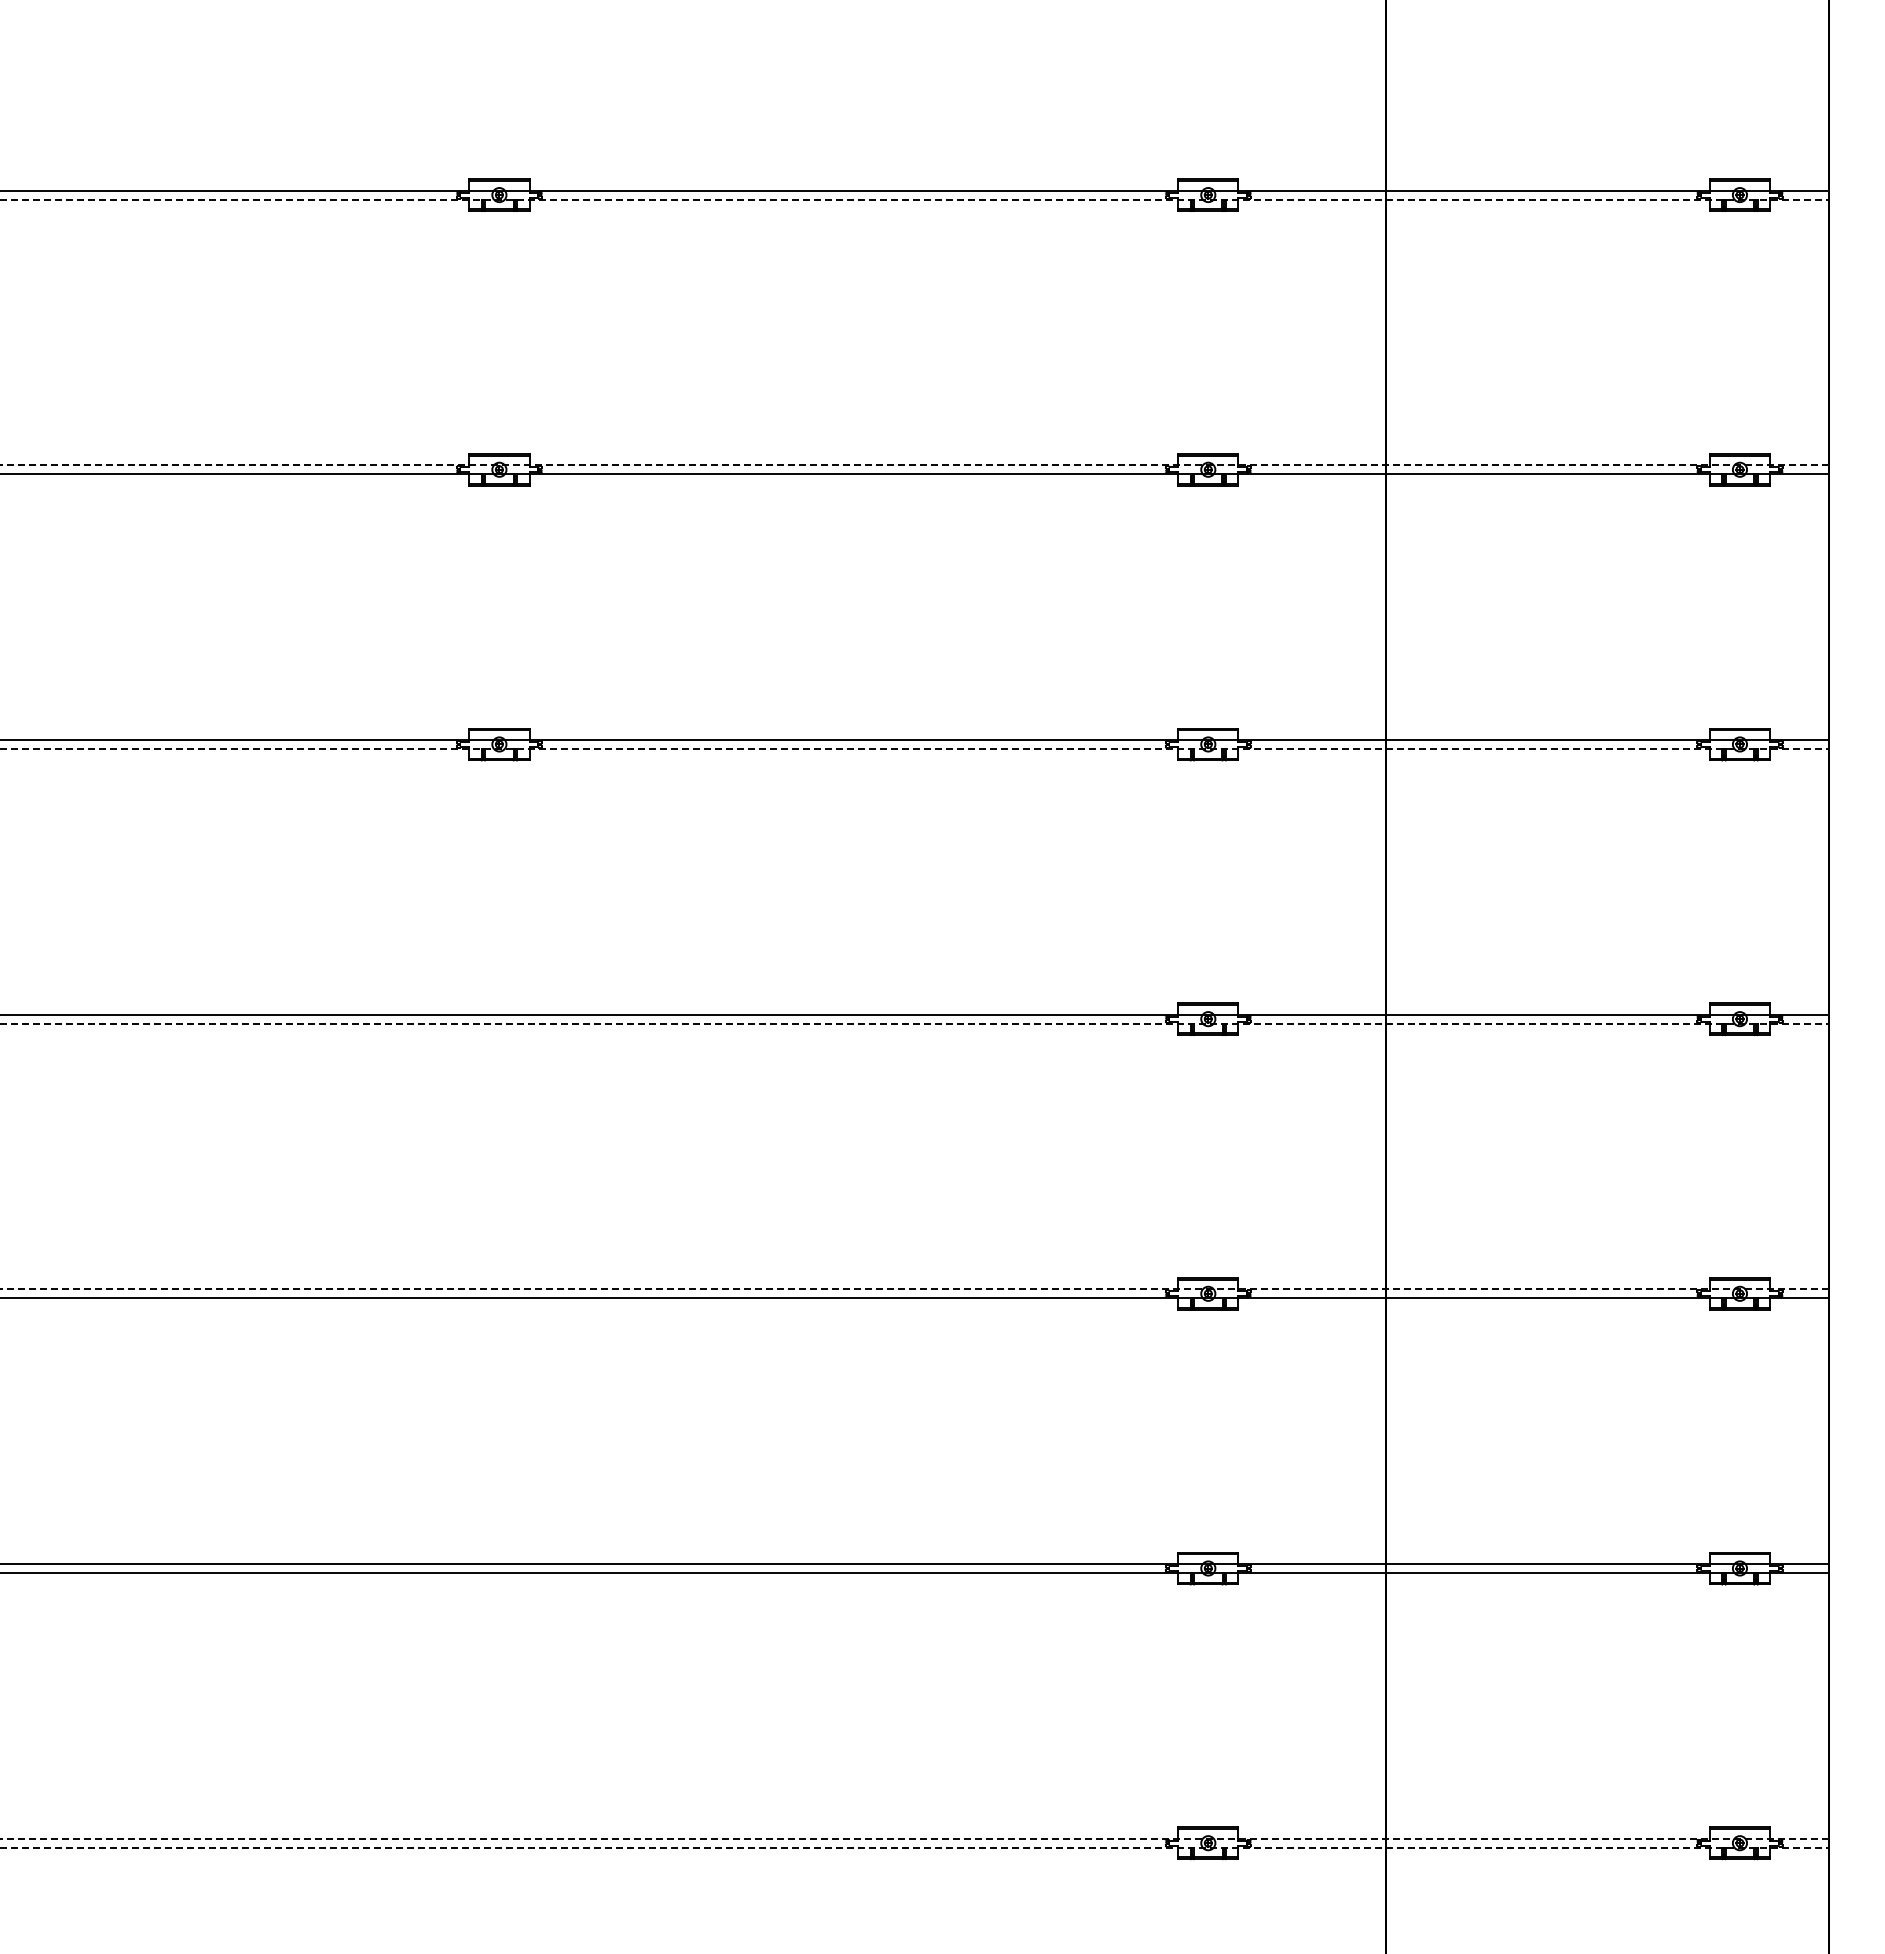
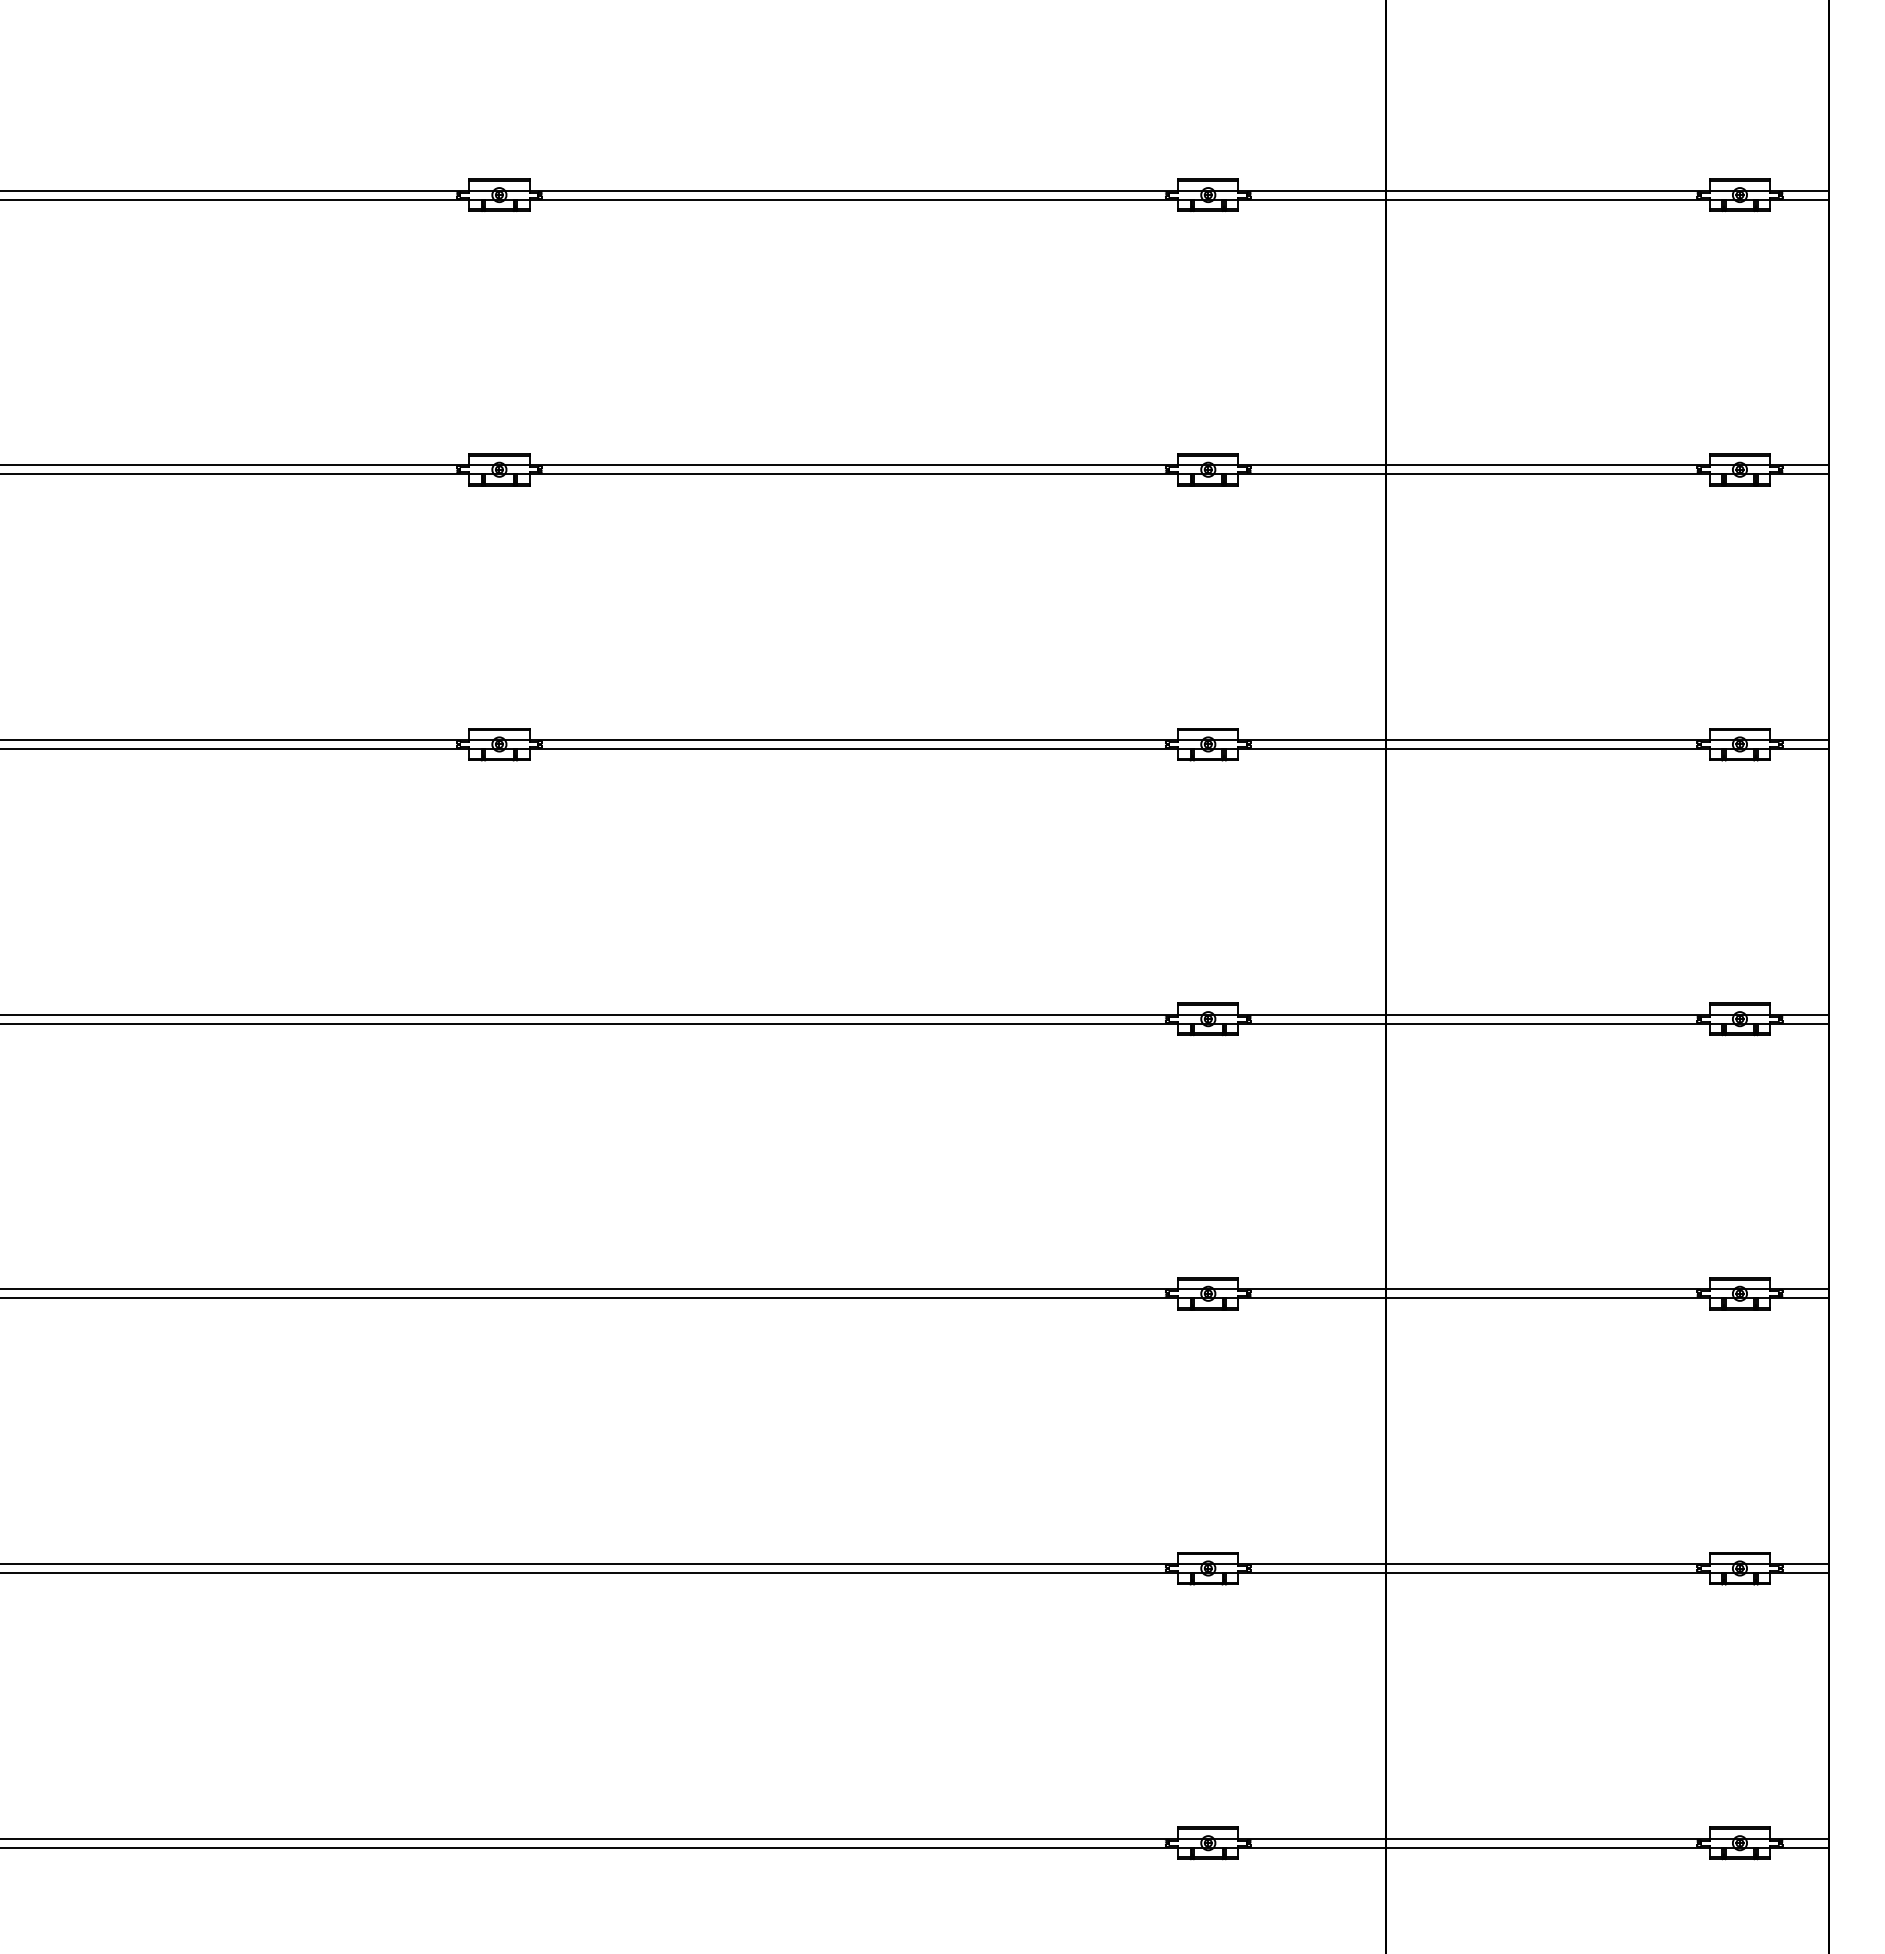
line at (914, 199): dashed -> solid
line at (914, 465): dashed -> solid
line at (914, 748): dashed -> solid
line at (914, 1023): dashed -> solid
line at (914, 1289): dashed -> solid
line at (914, 1838): dashed -> solid
line at (914, 1847): dashed -> solid
